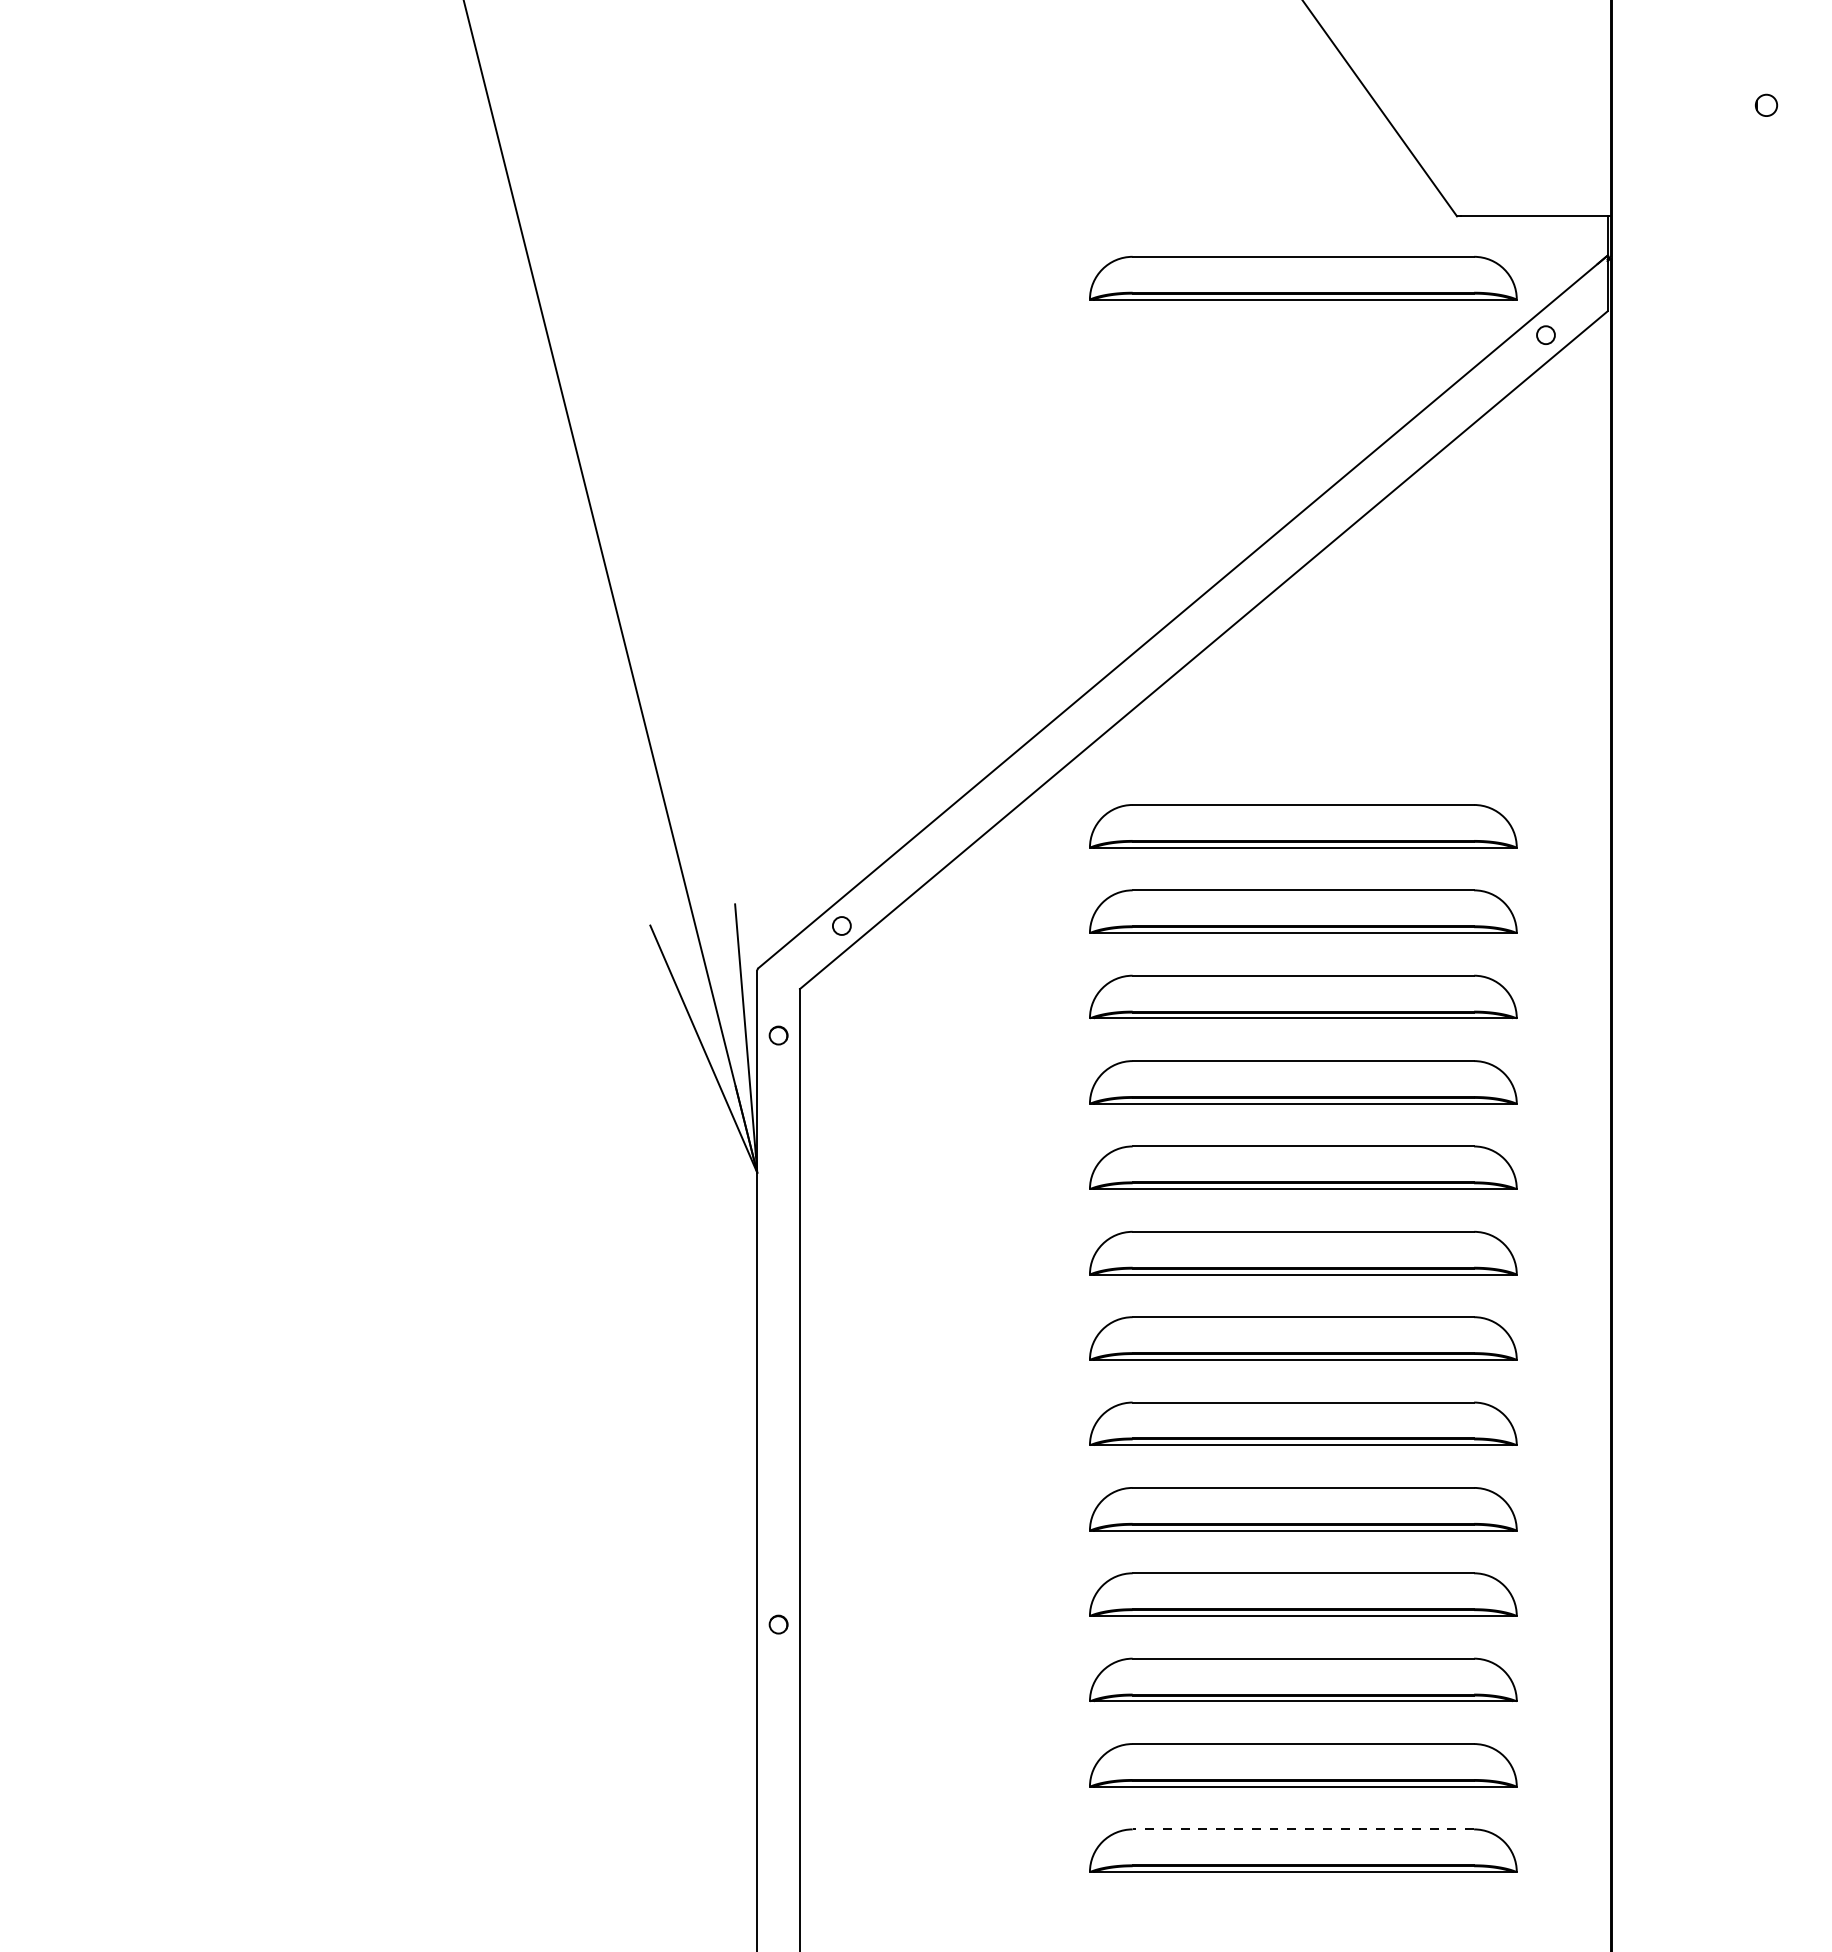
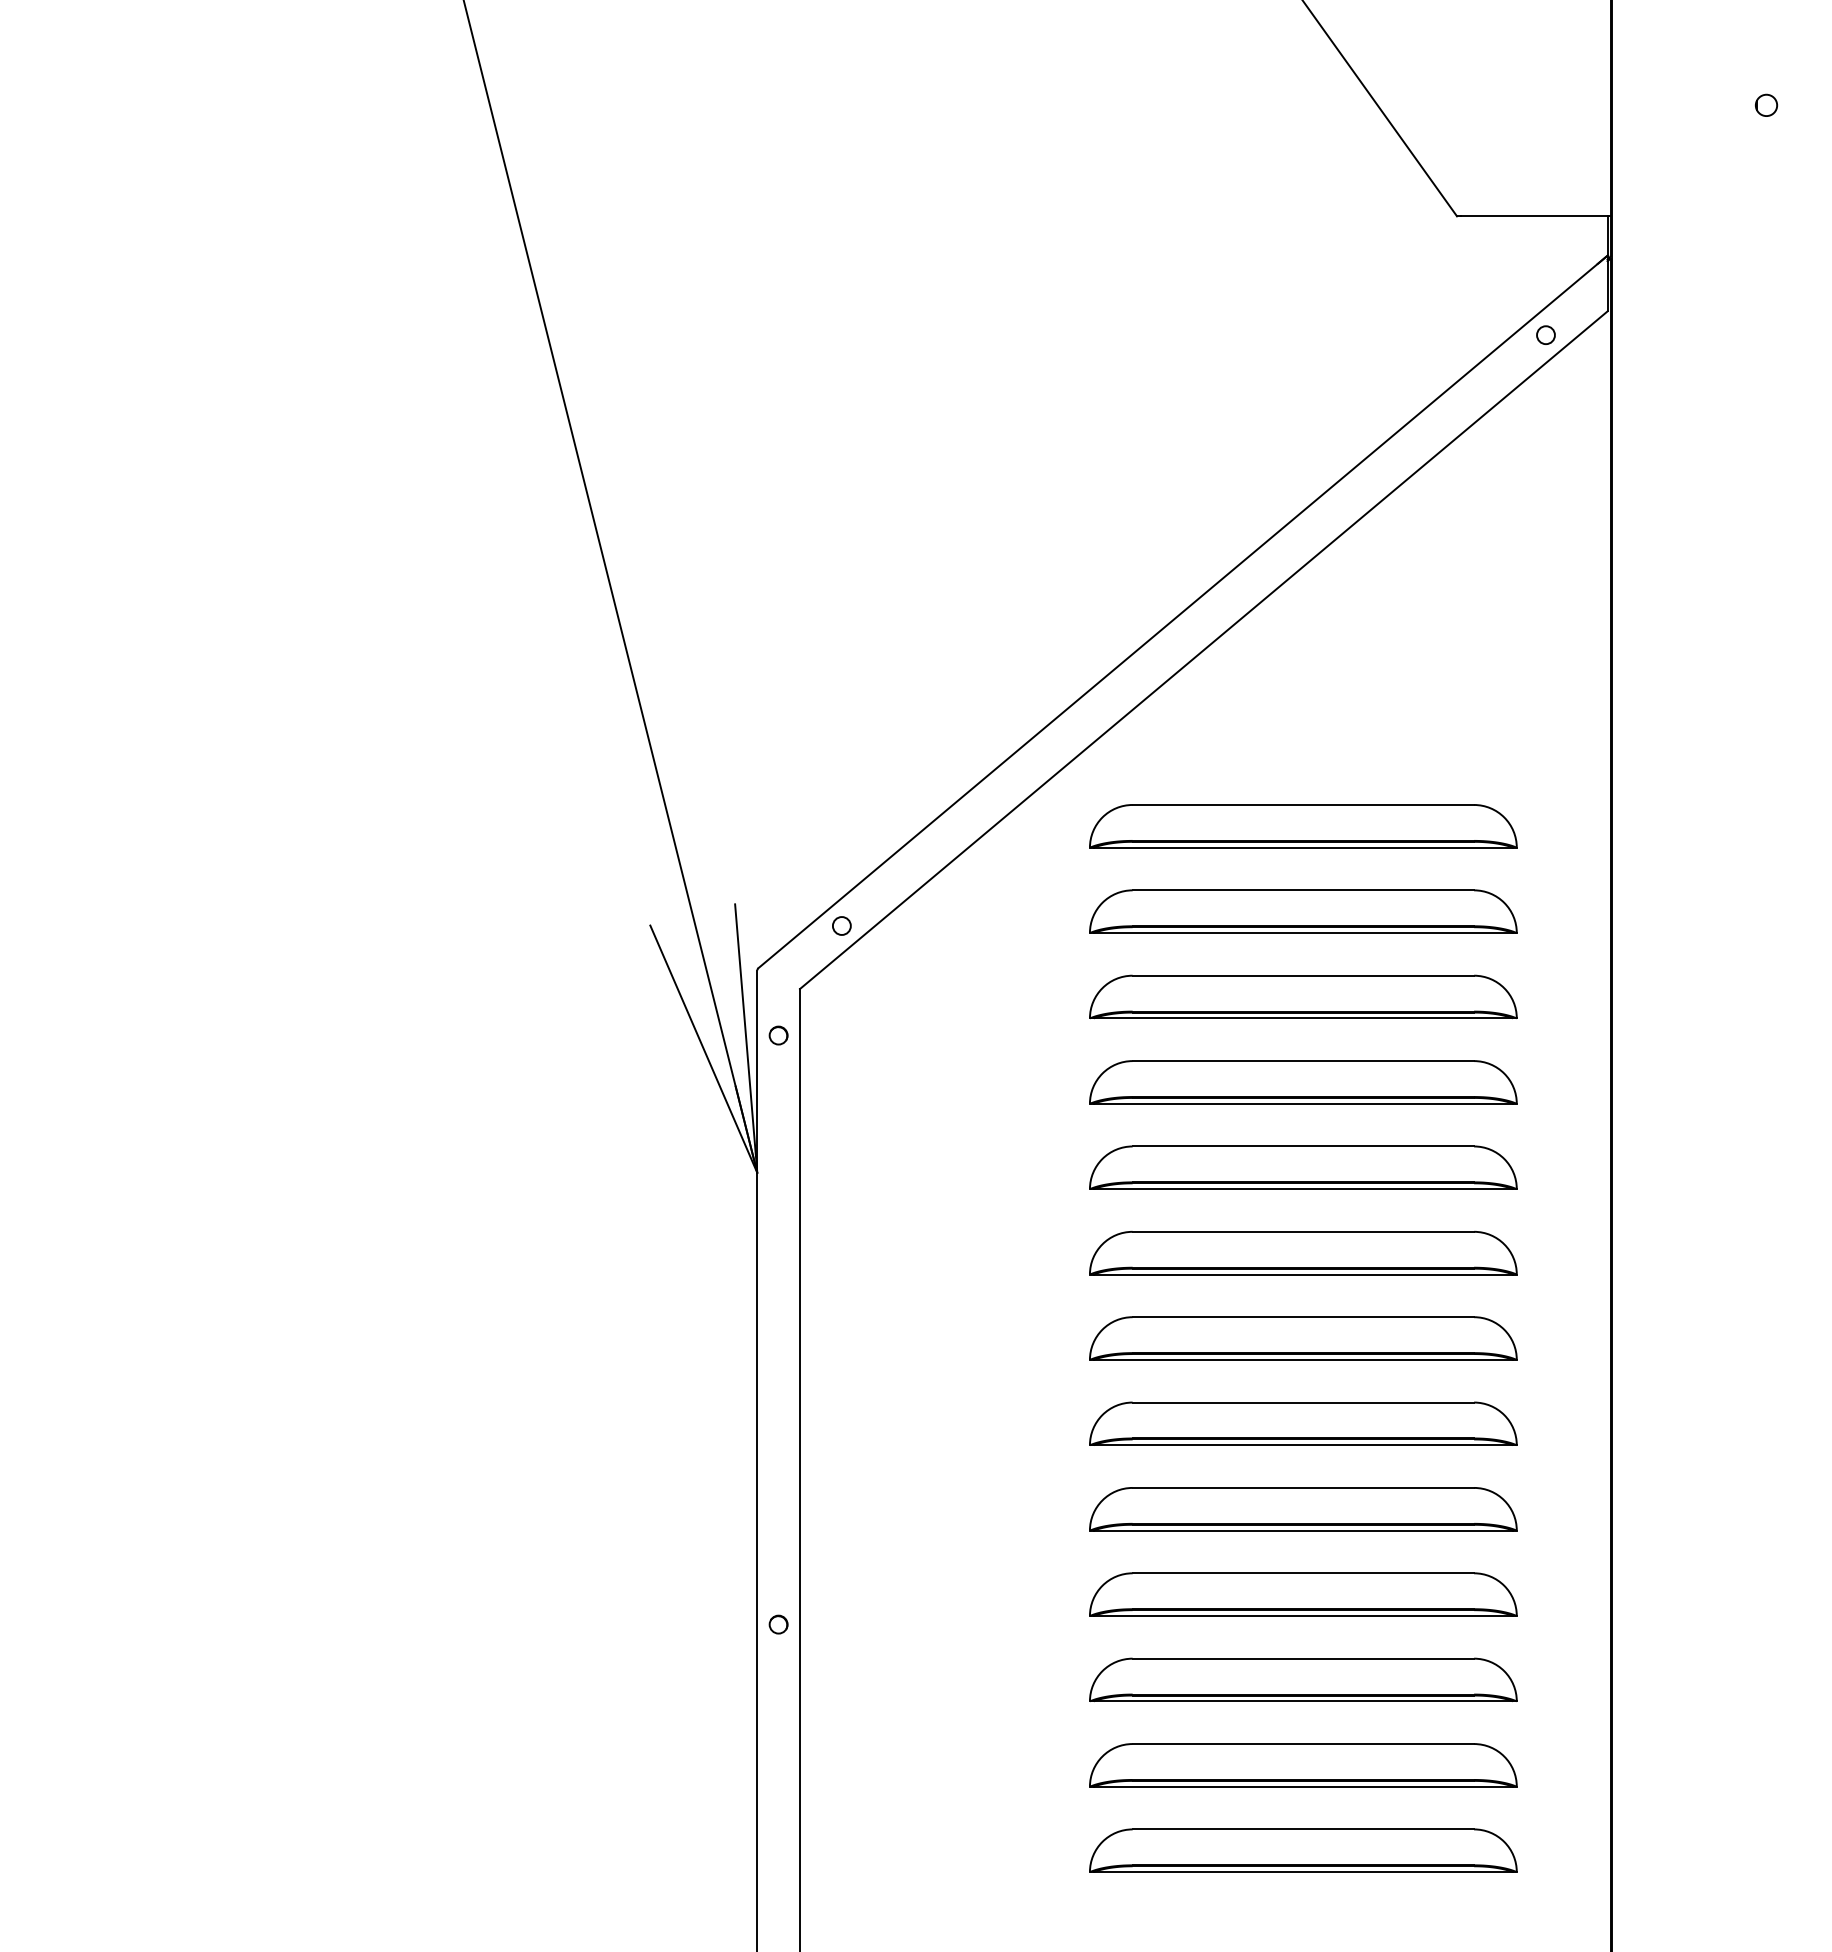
part at (1303, 278): present -> none
line at (1303, 1829): dashed -> solid
